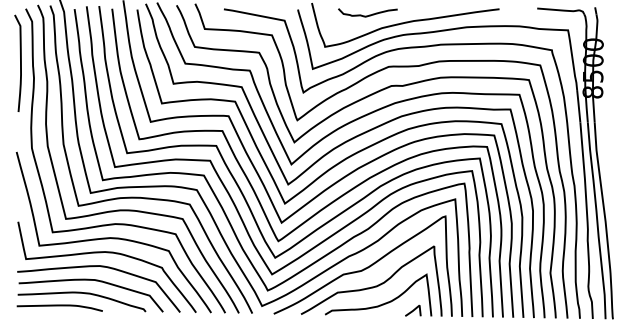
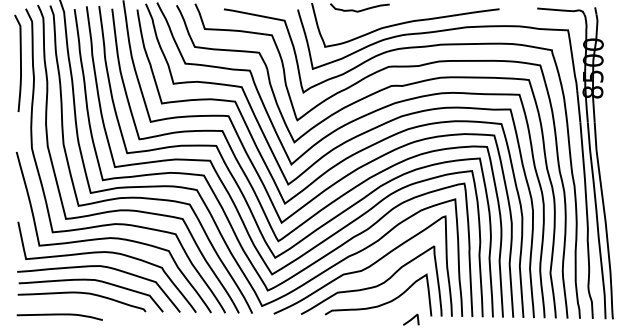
curve at (369, 14) position: (369, 14) -> (361, 9)
curve at (59, 306) position: (59, 306) -> (59, 315)
curve at (413, 310) position: (413, 310) -> (411, 319)
